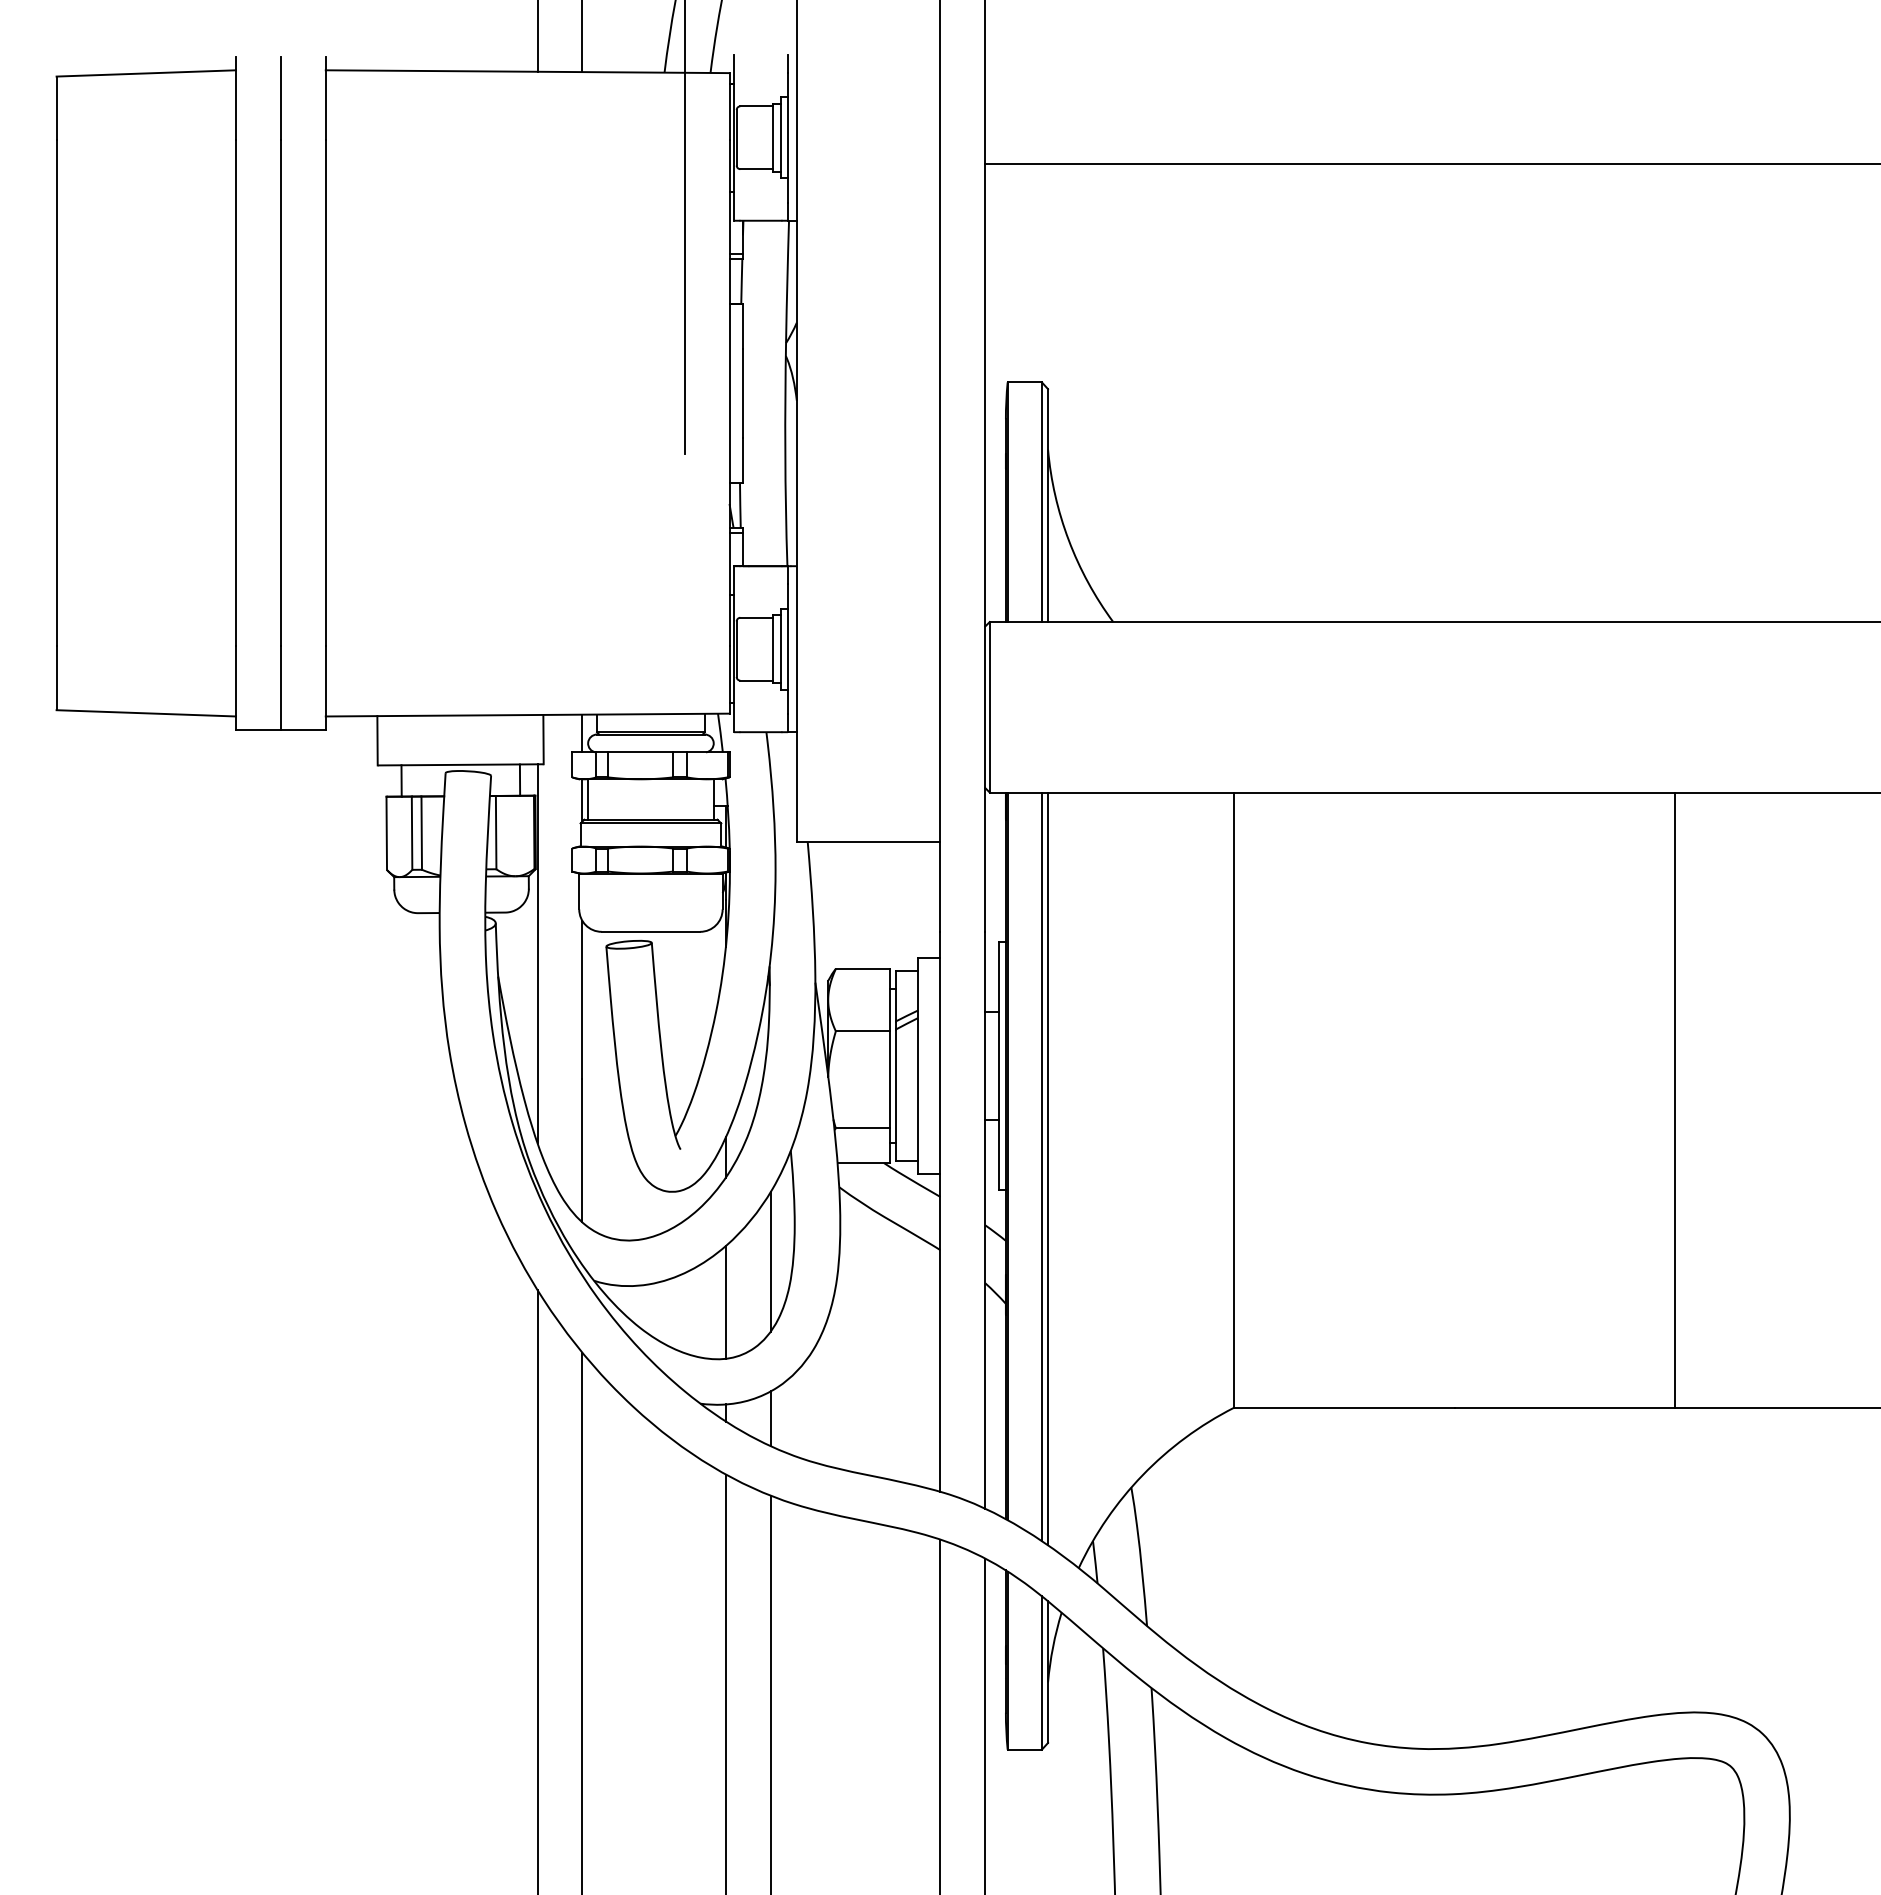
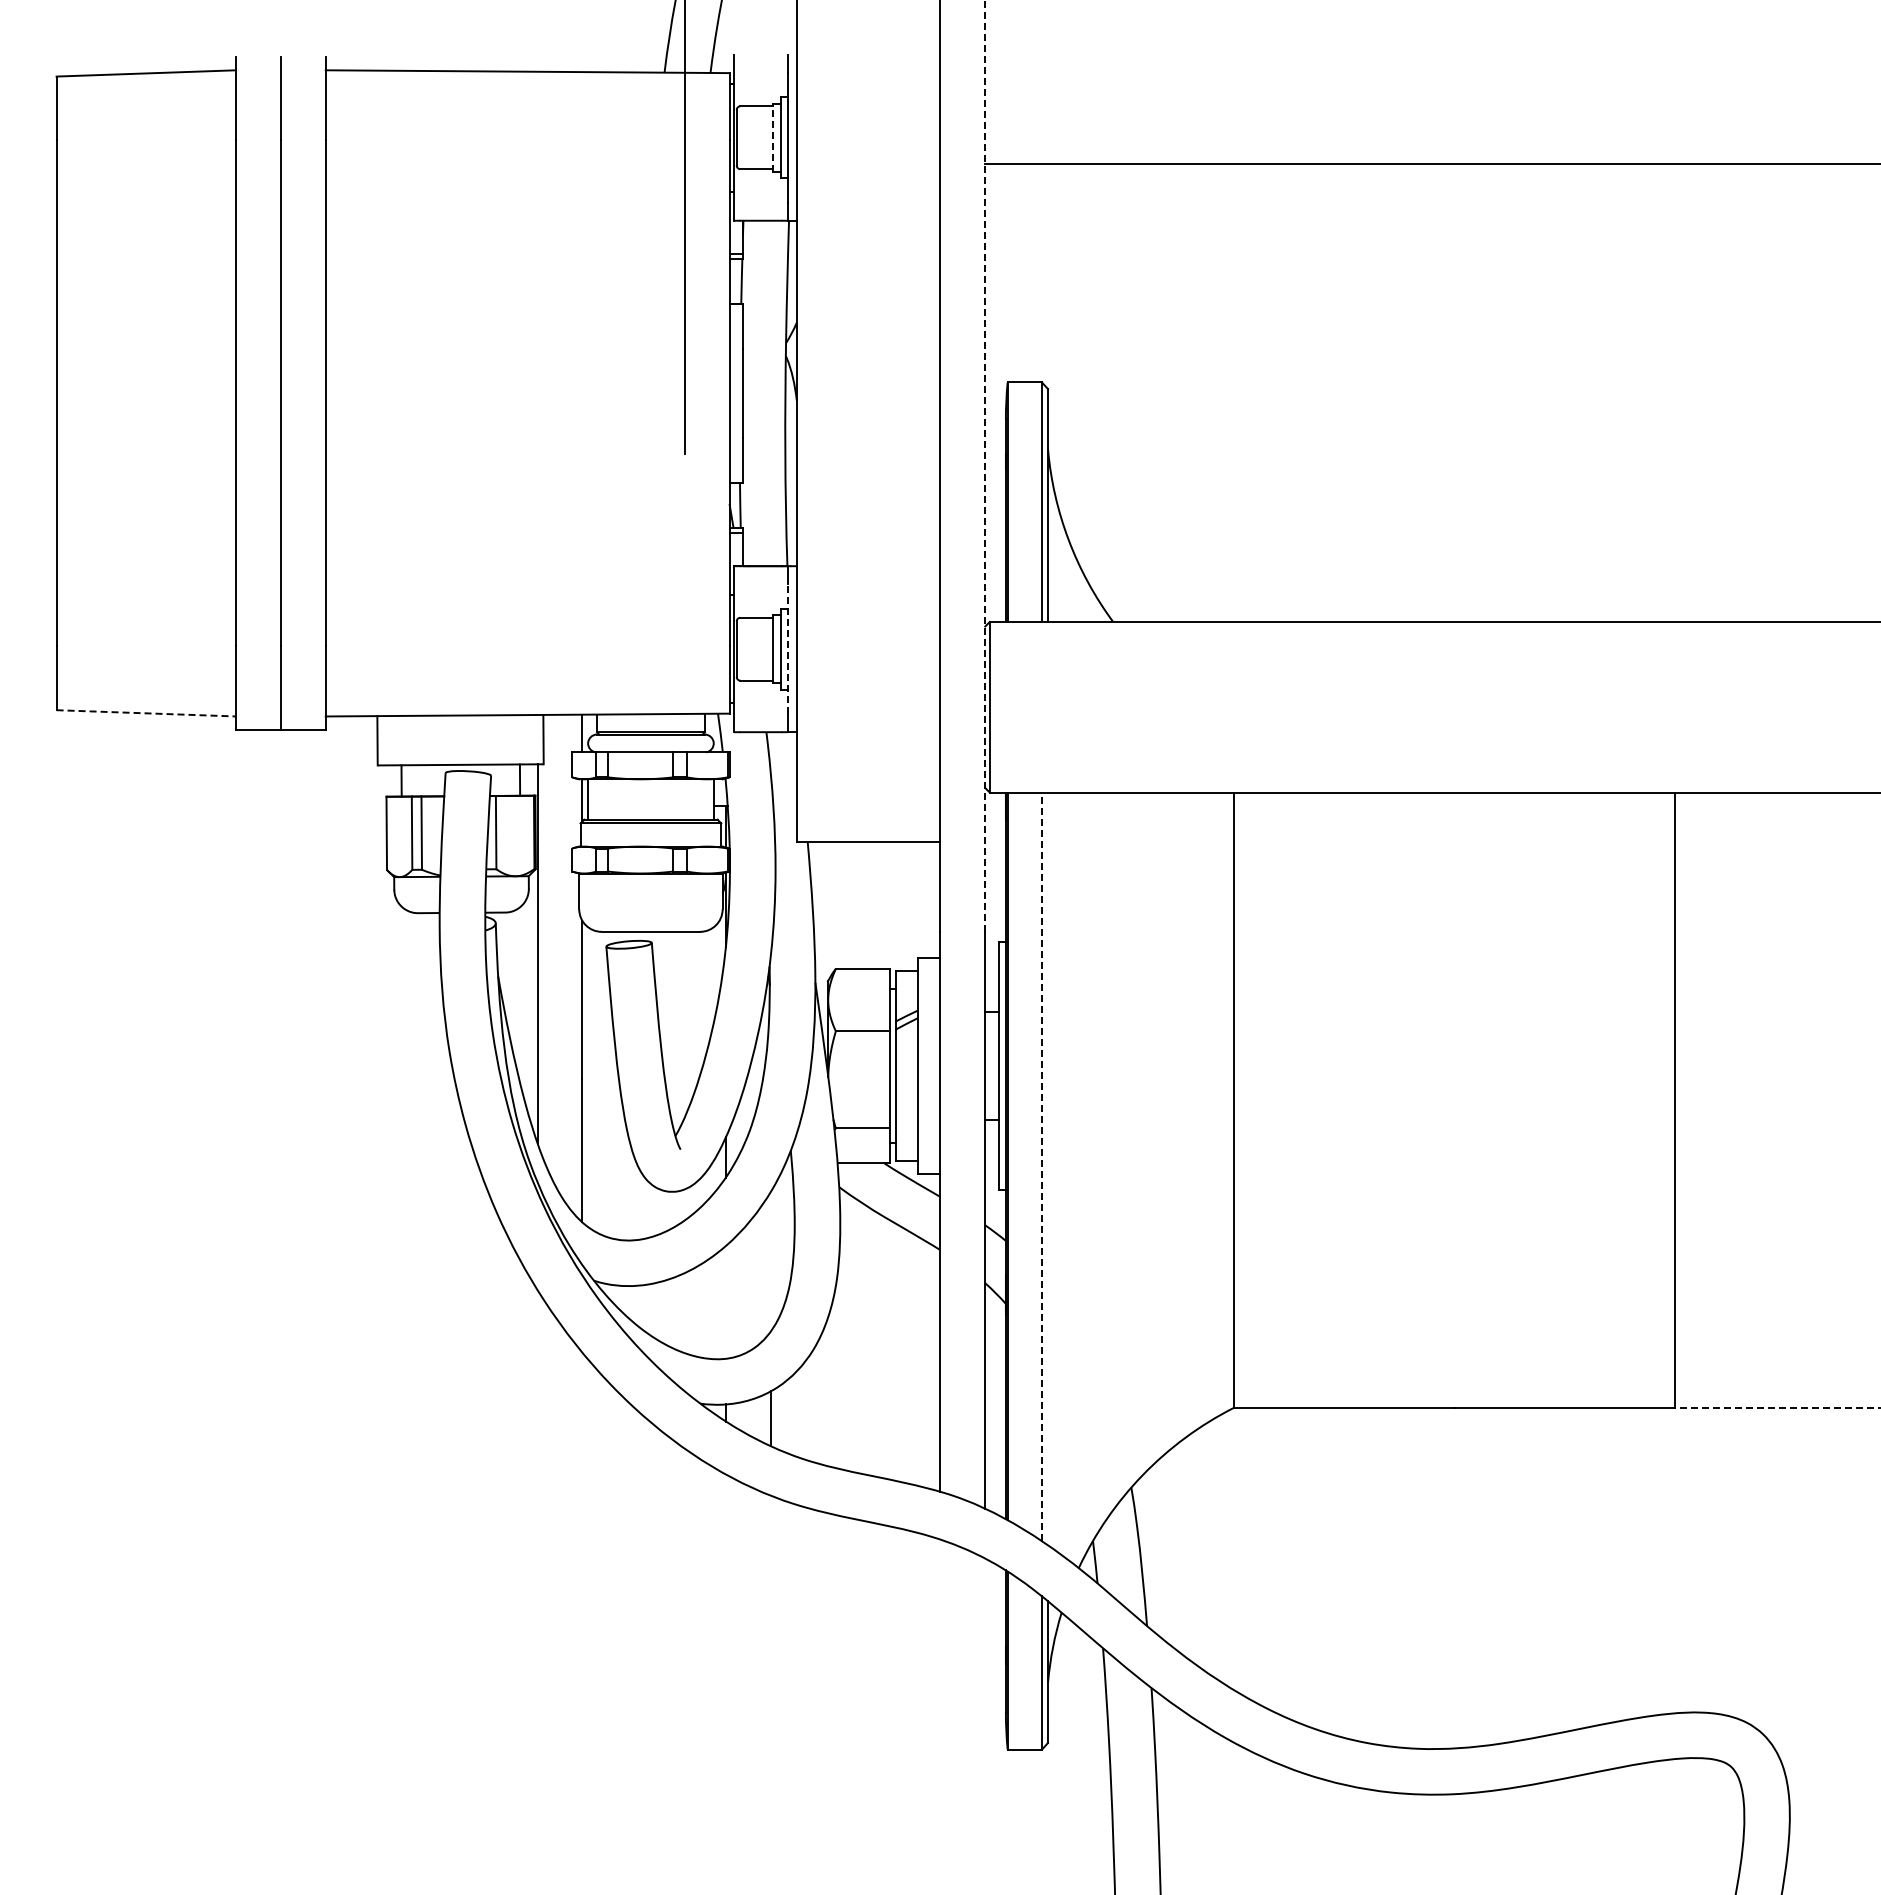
line at (537, 36): present -> none
line at (582, 37): present -> none
line at (772, 137): solid -> dashed
line at (985, 465): solid -> dashed
line at (787, 648): solid -> dashed
line at (146, 713): solid -> dashed
line at (1041, 1166): solid -> dashed
line at (1048, 1168): present -> none
line at (770, 1261): present -> none
line at (725, 1301): present -> none
line at (1777, 1407): solid -> dashed
line at (537, 1590): present -> none
line at (582, 1621): present -> none
line at (725, 1682): present -> none
line at (770, 1693): present -> none
line at (940, 1715): present -> none
line at (985, 1724): present -> none
